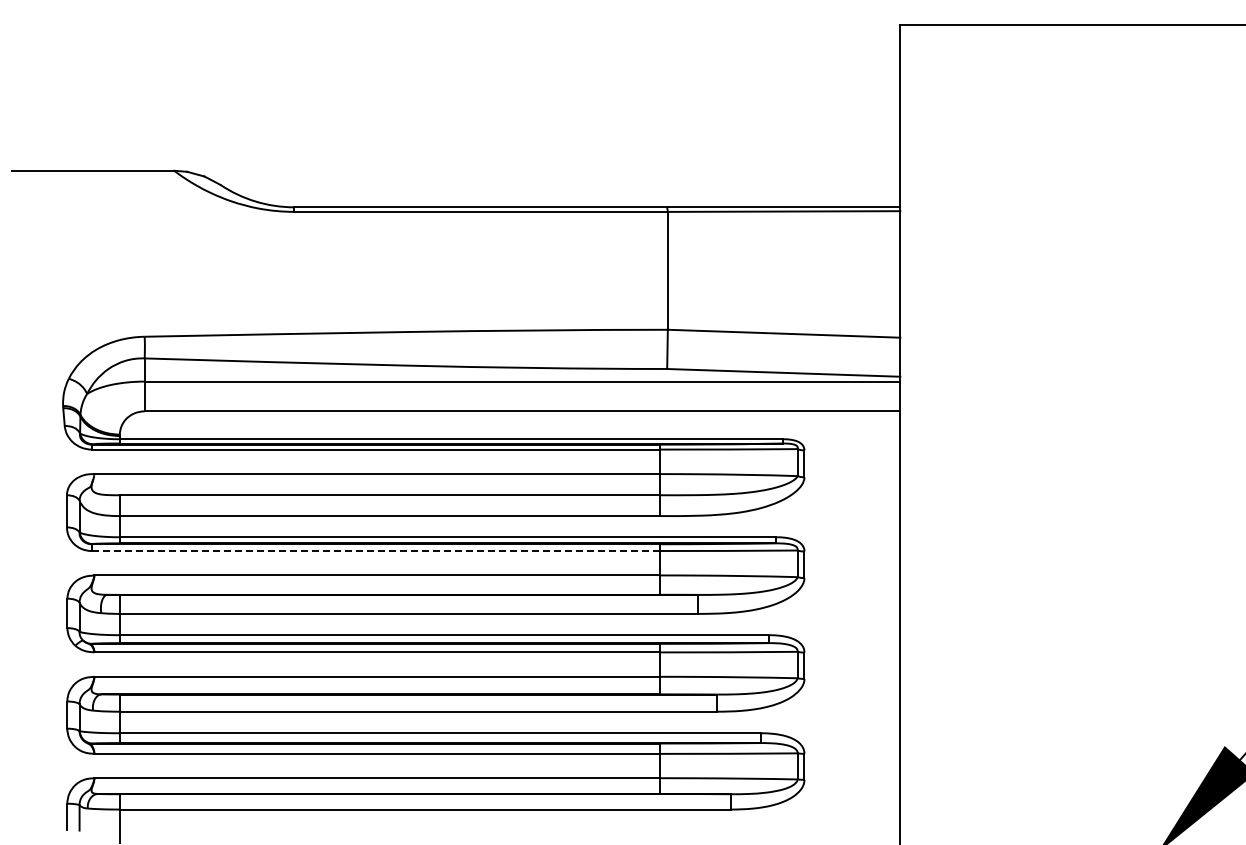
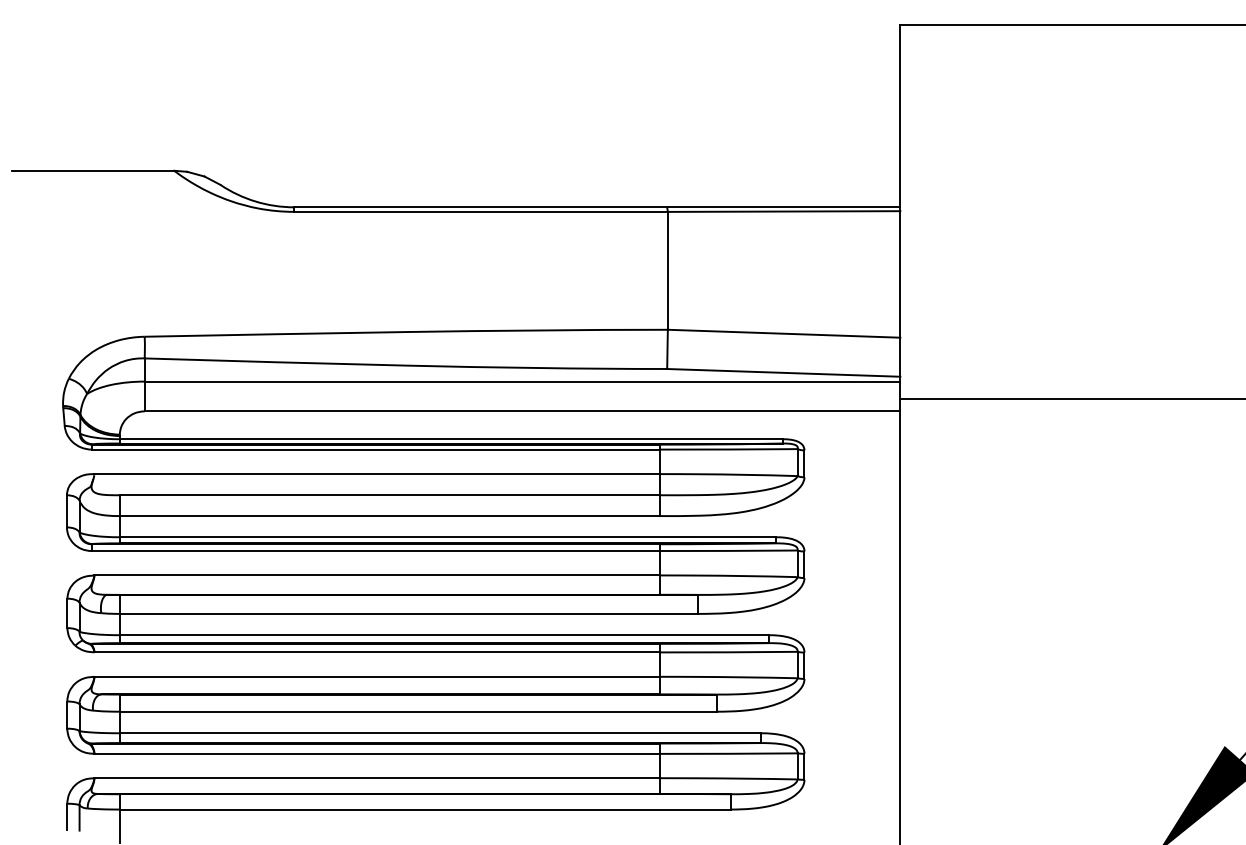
line at (1071, 399): none -> present
line at (375, 551): dashed -> solid
